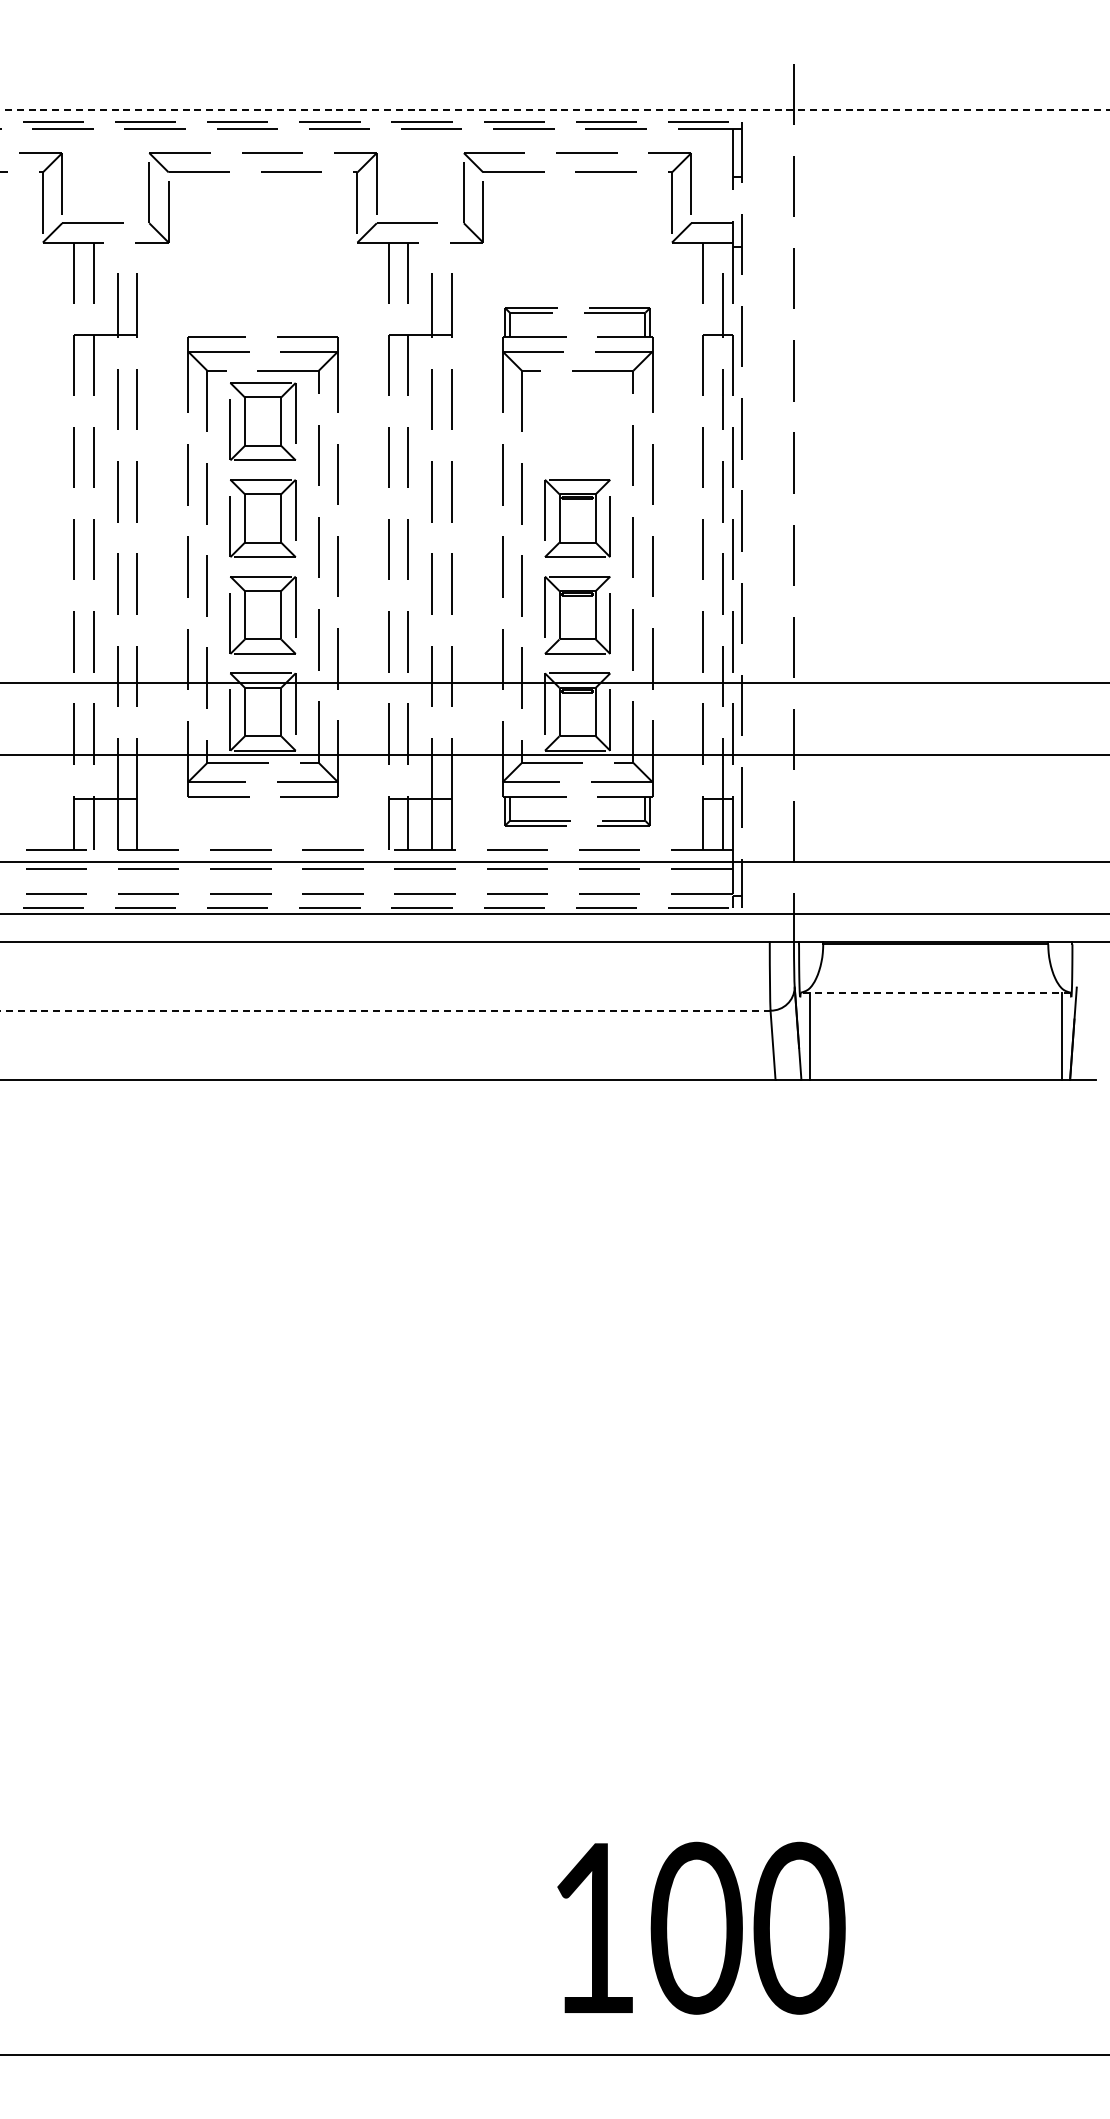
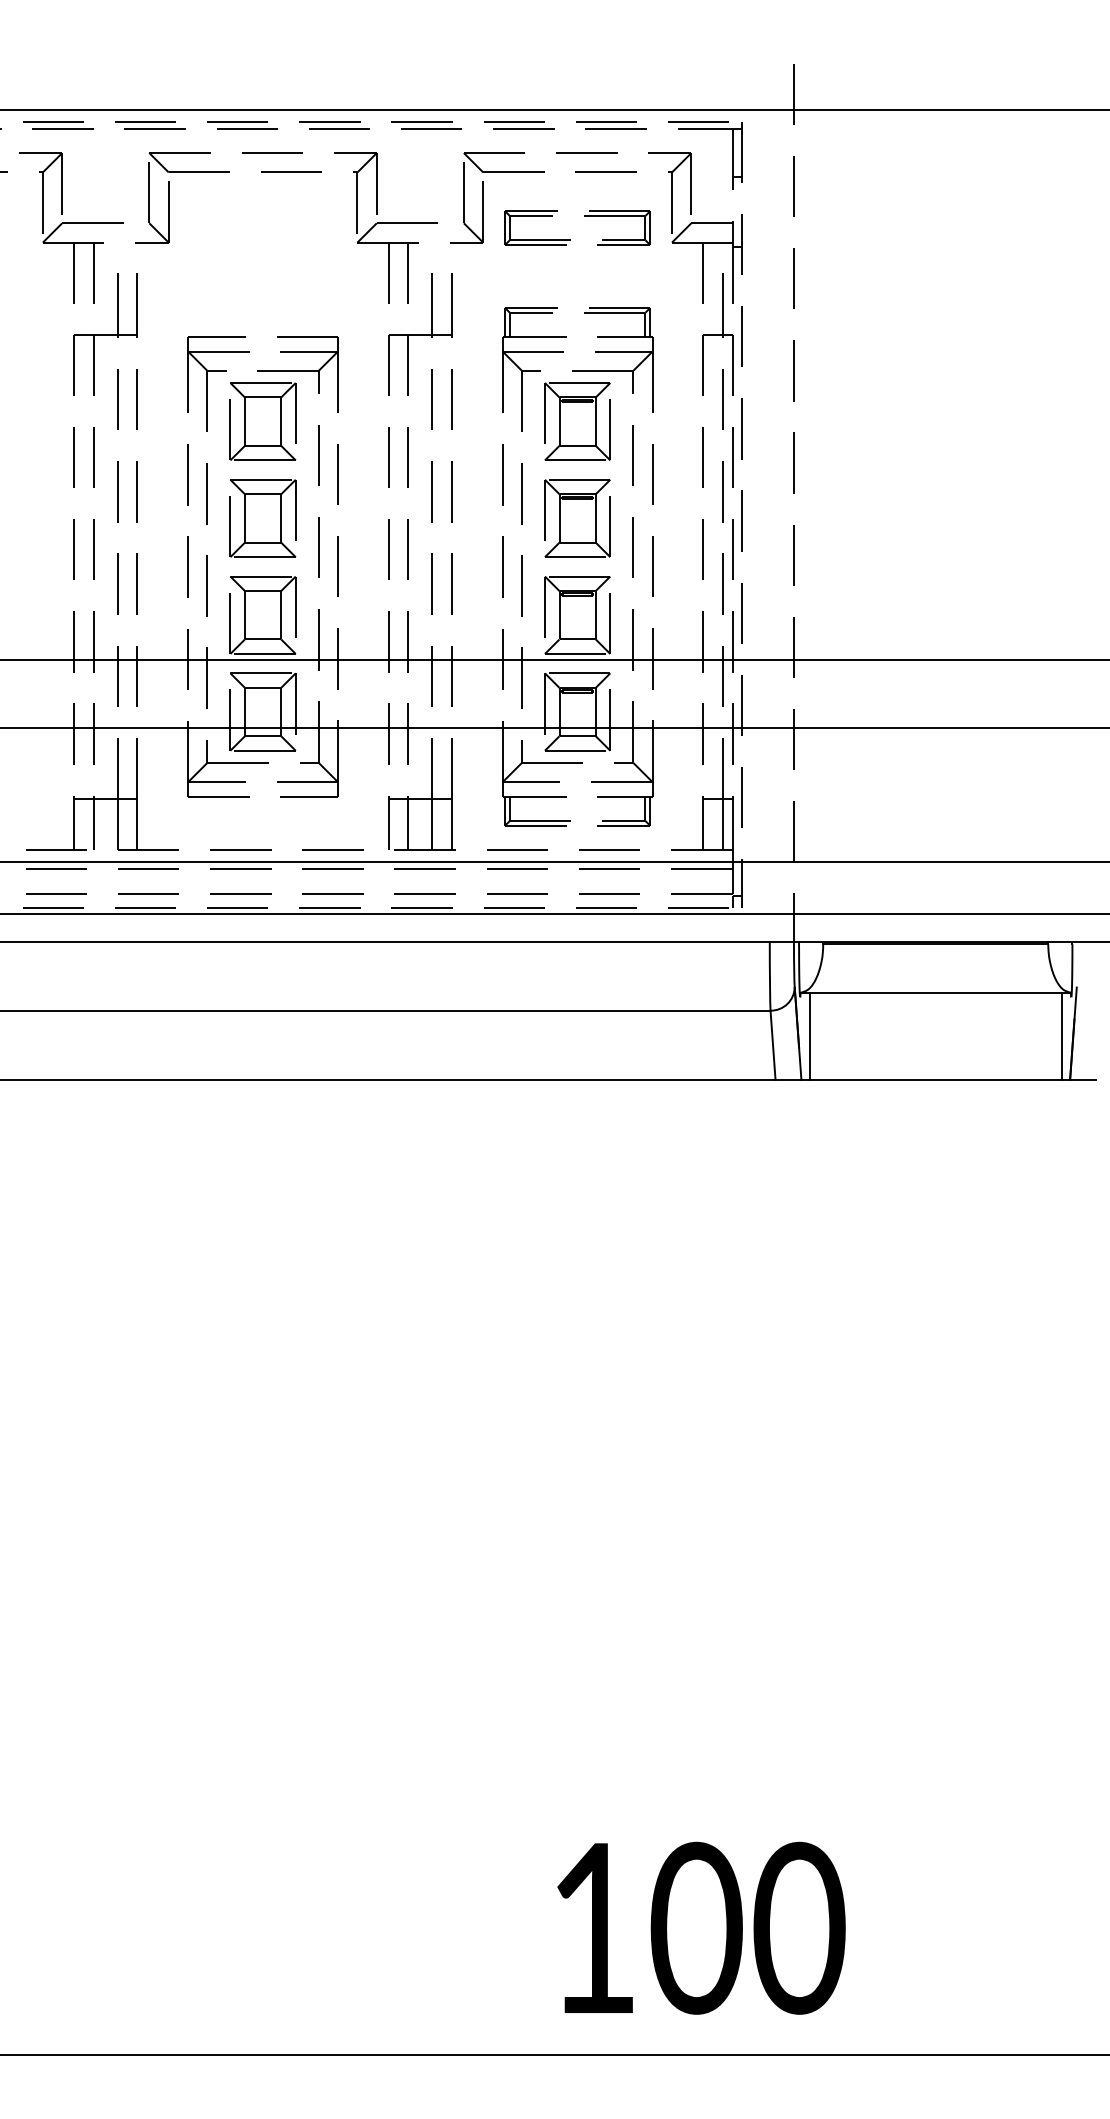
line at (555, 109): dashed -> solid
part at (584, 216): none -> present
part at (577, 421): none -> present
line at (554, 682) position: (554, 682) -> (554, 659)
line at (554, 755) position: (554, 755) -> (554, 728)
line at (935, 992): dashed -> solid
line at (385, 1010): dashed -> solid
